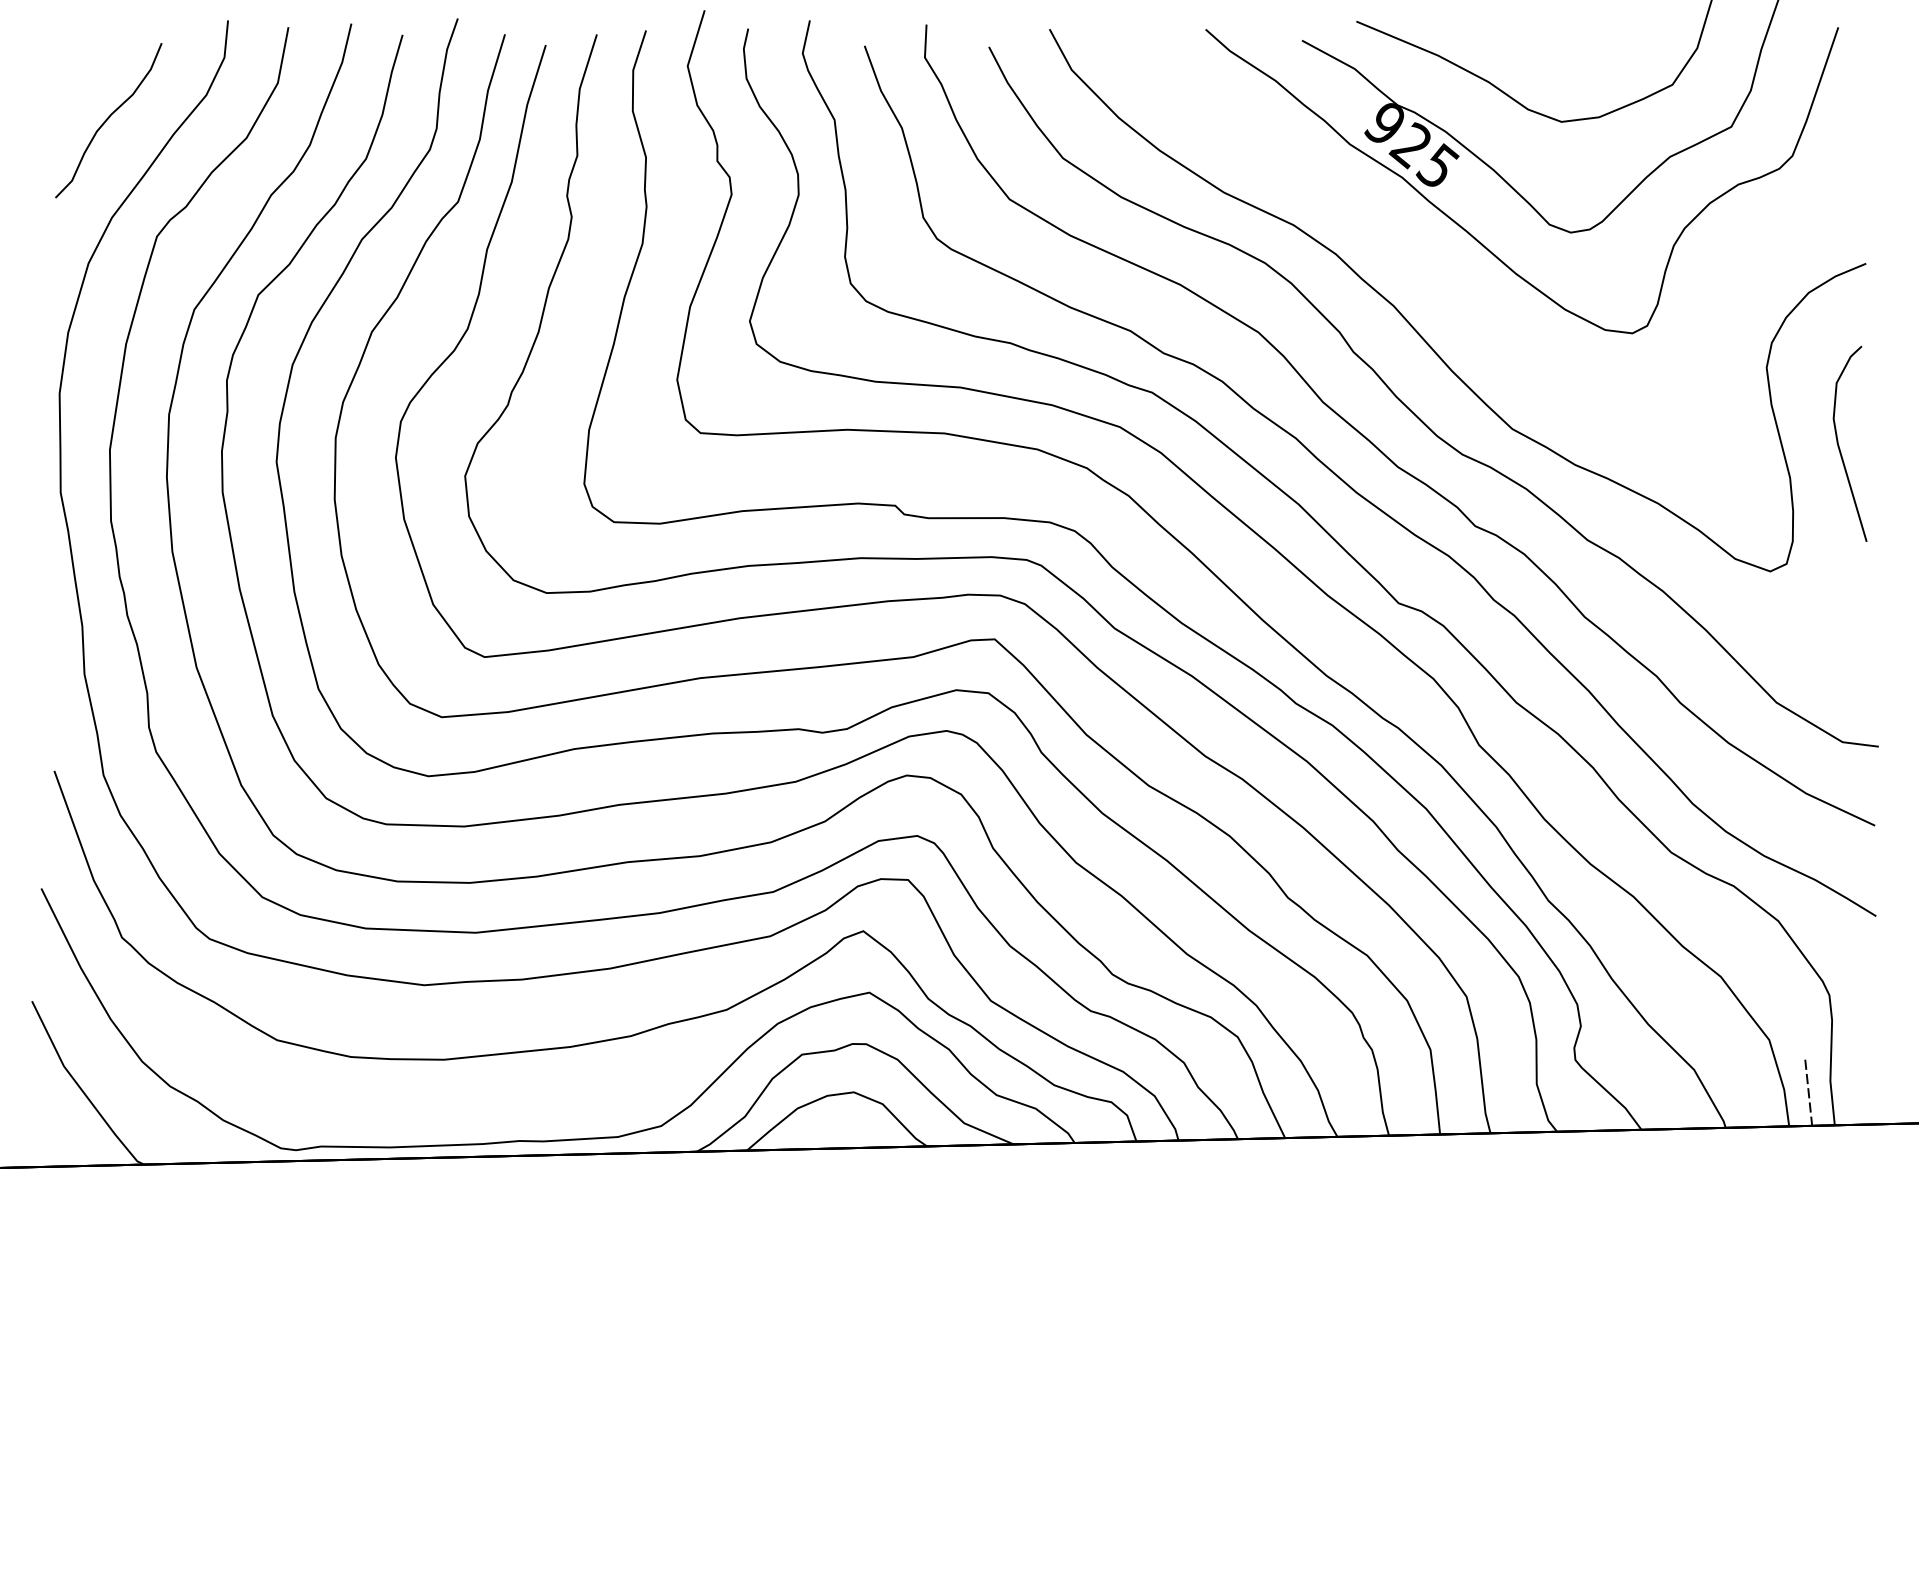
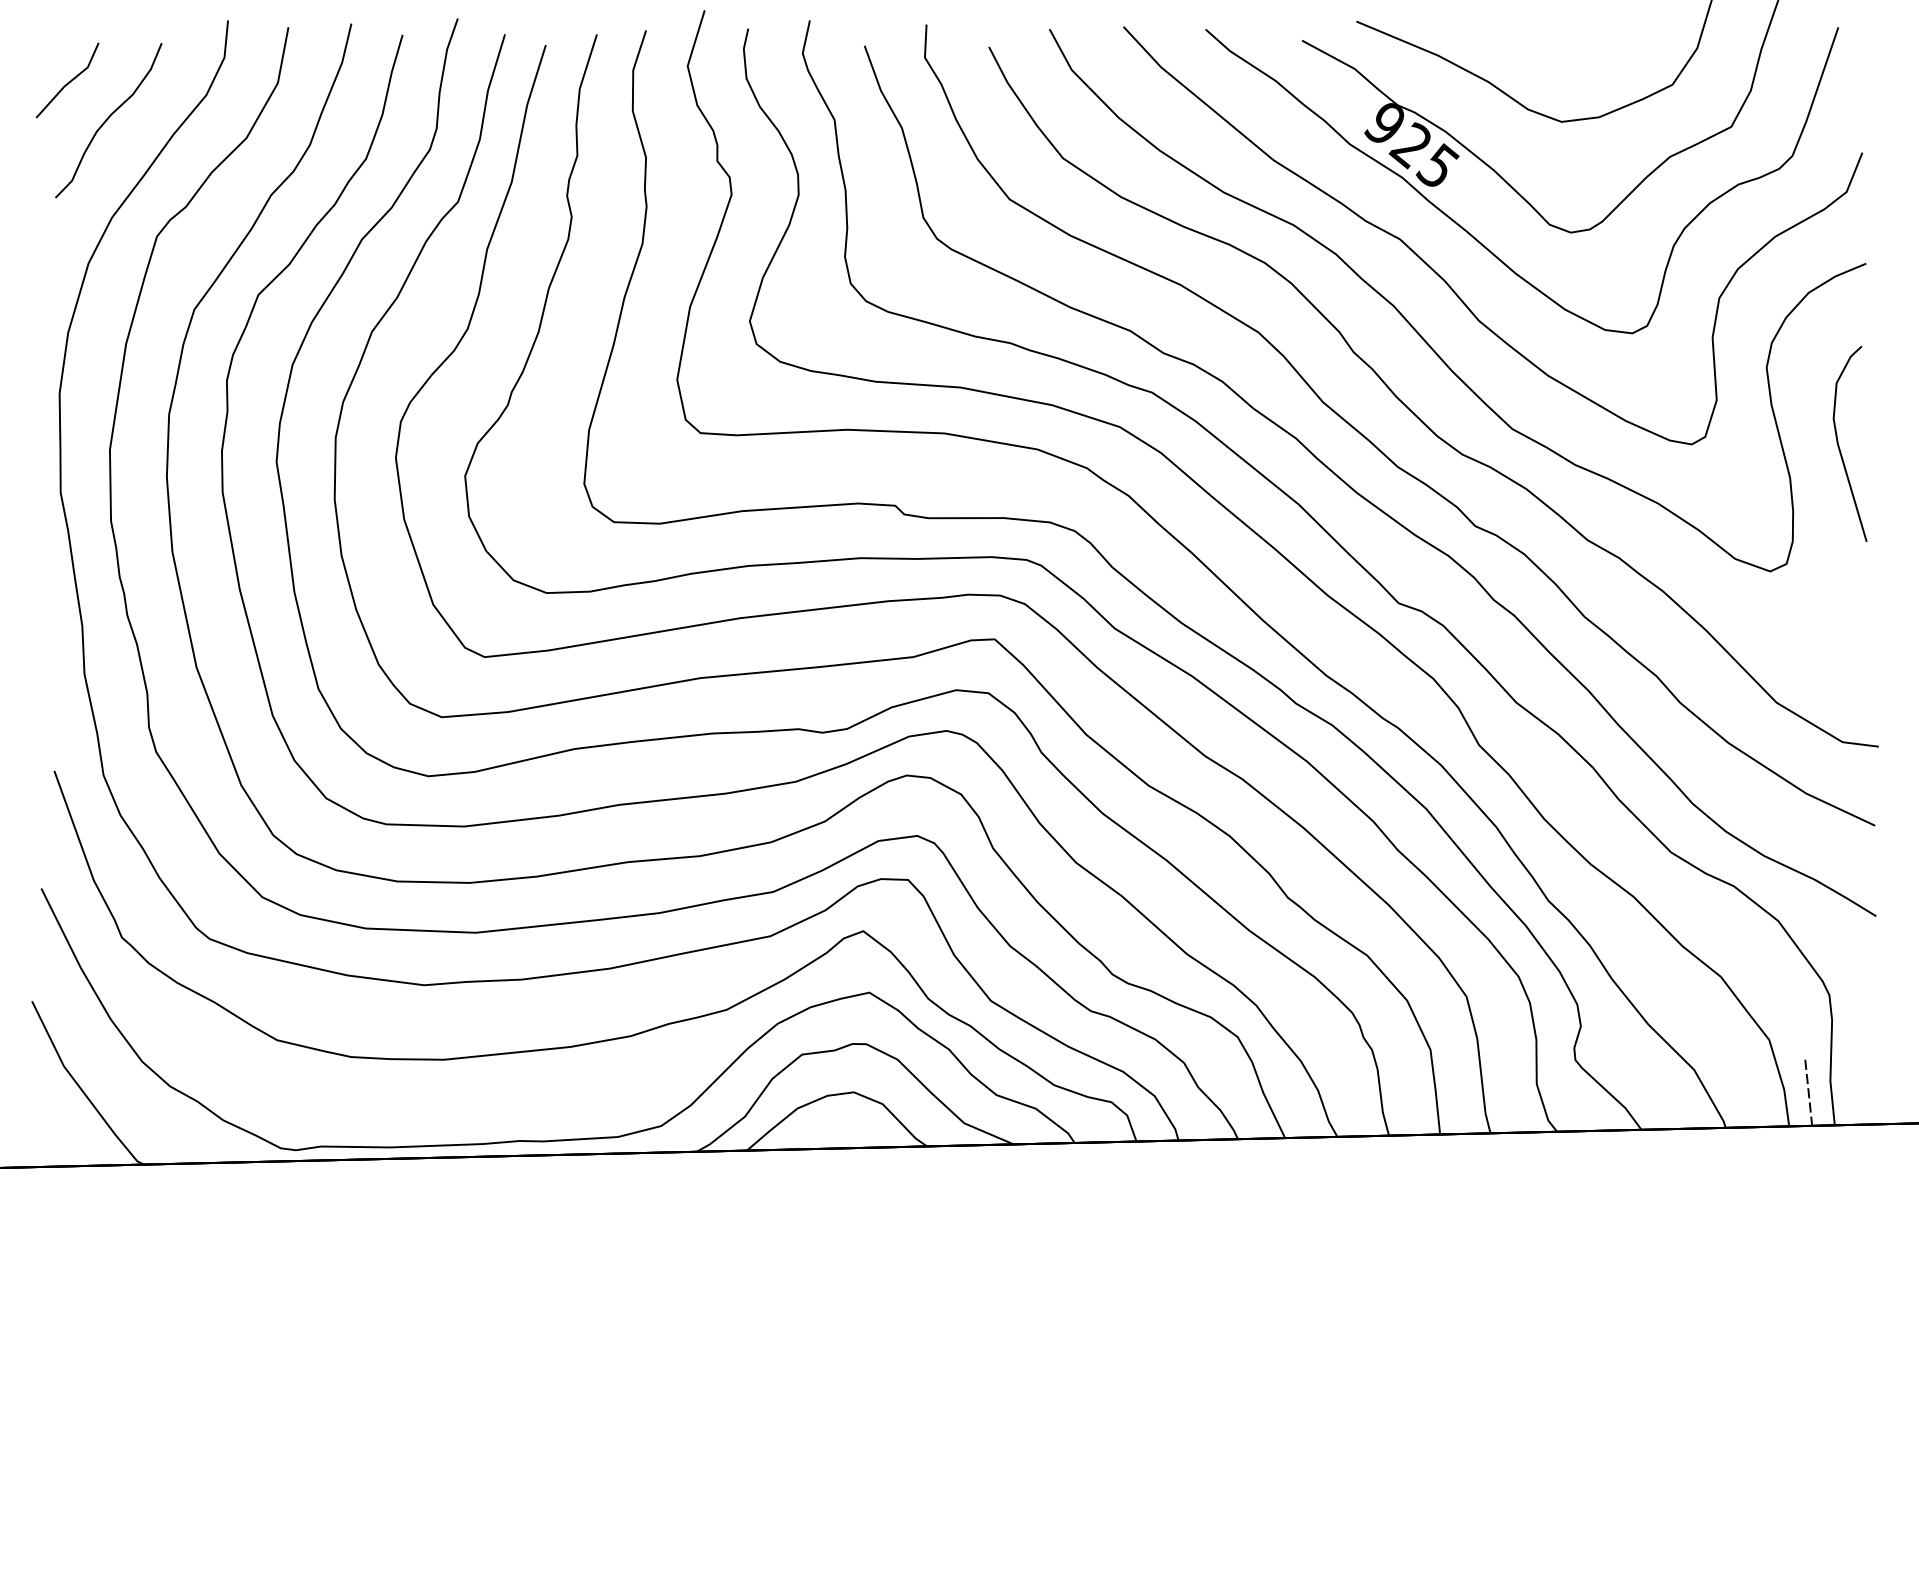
line at (67, 82): none -> present
curve at (1446, 281): none -> present
